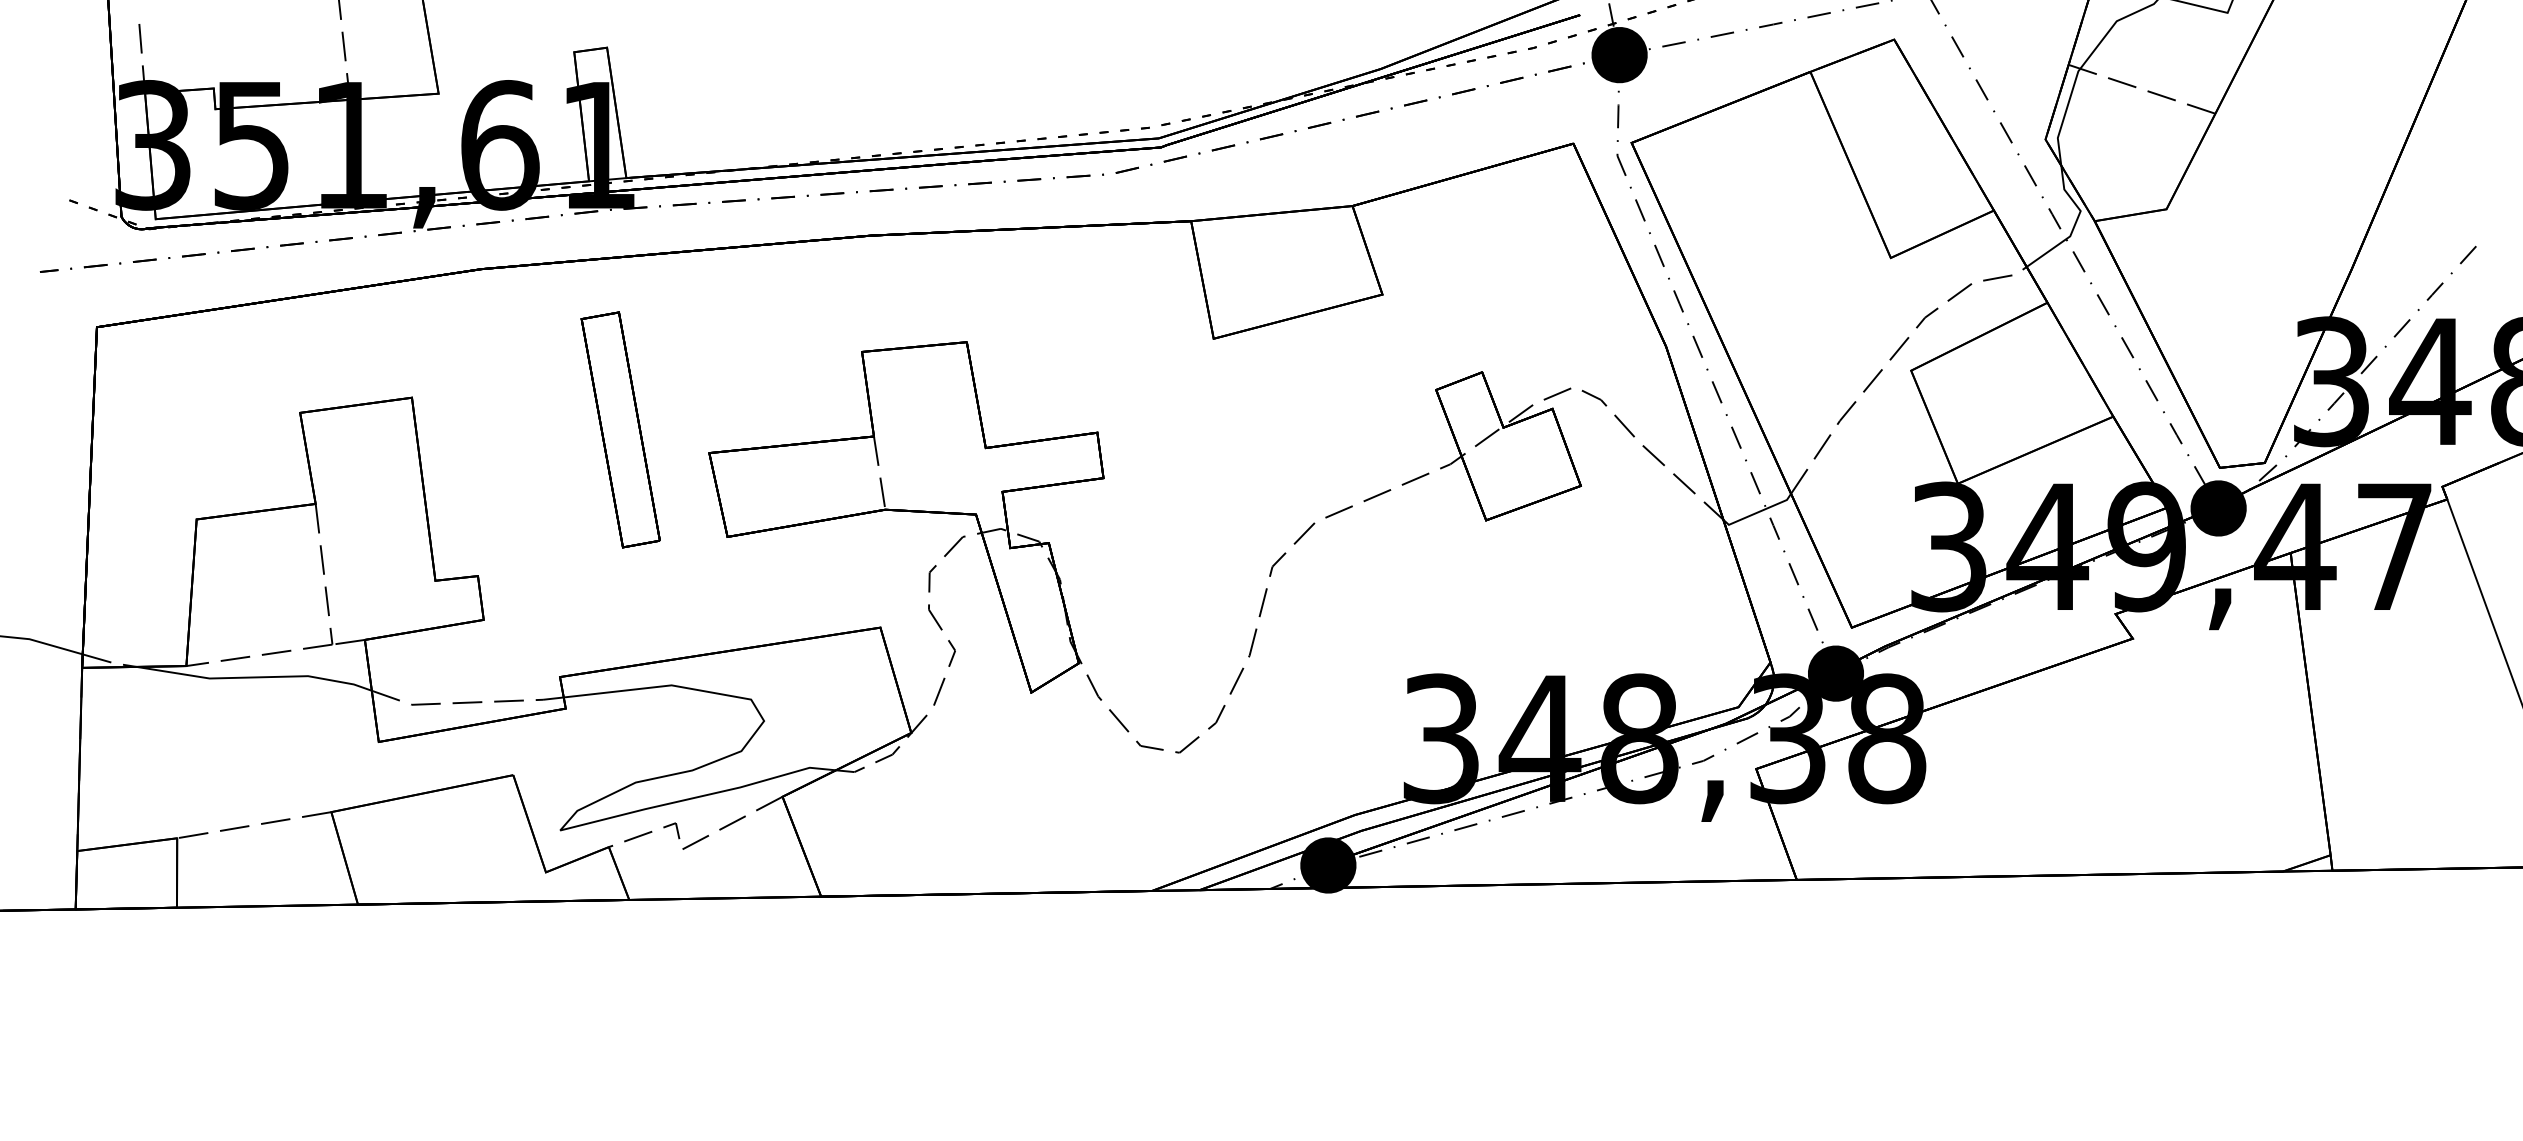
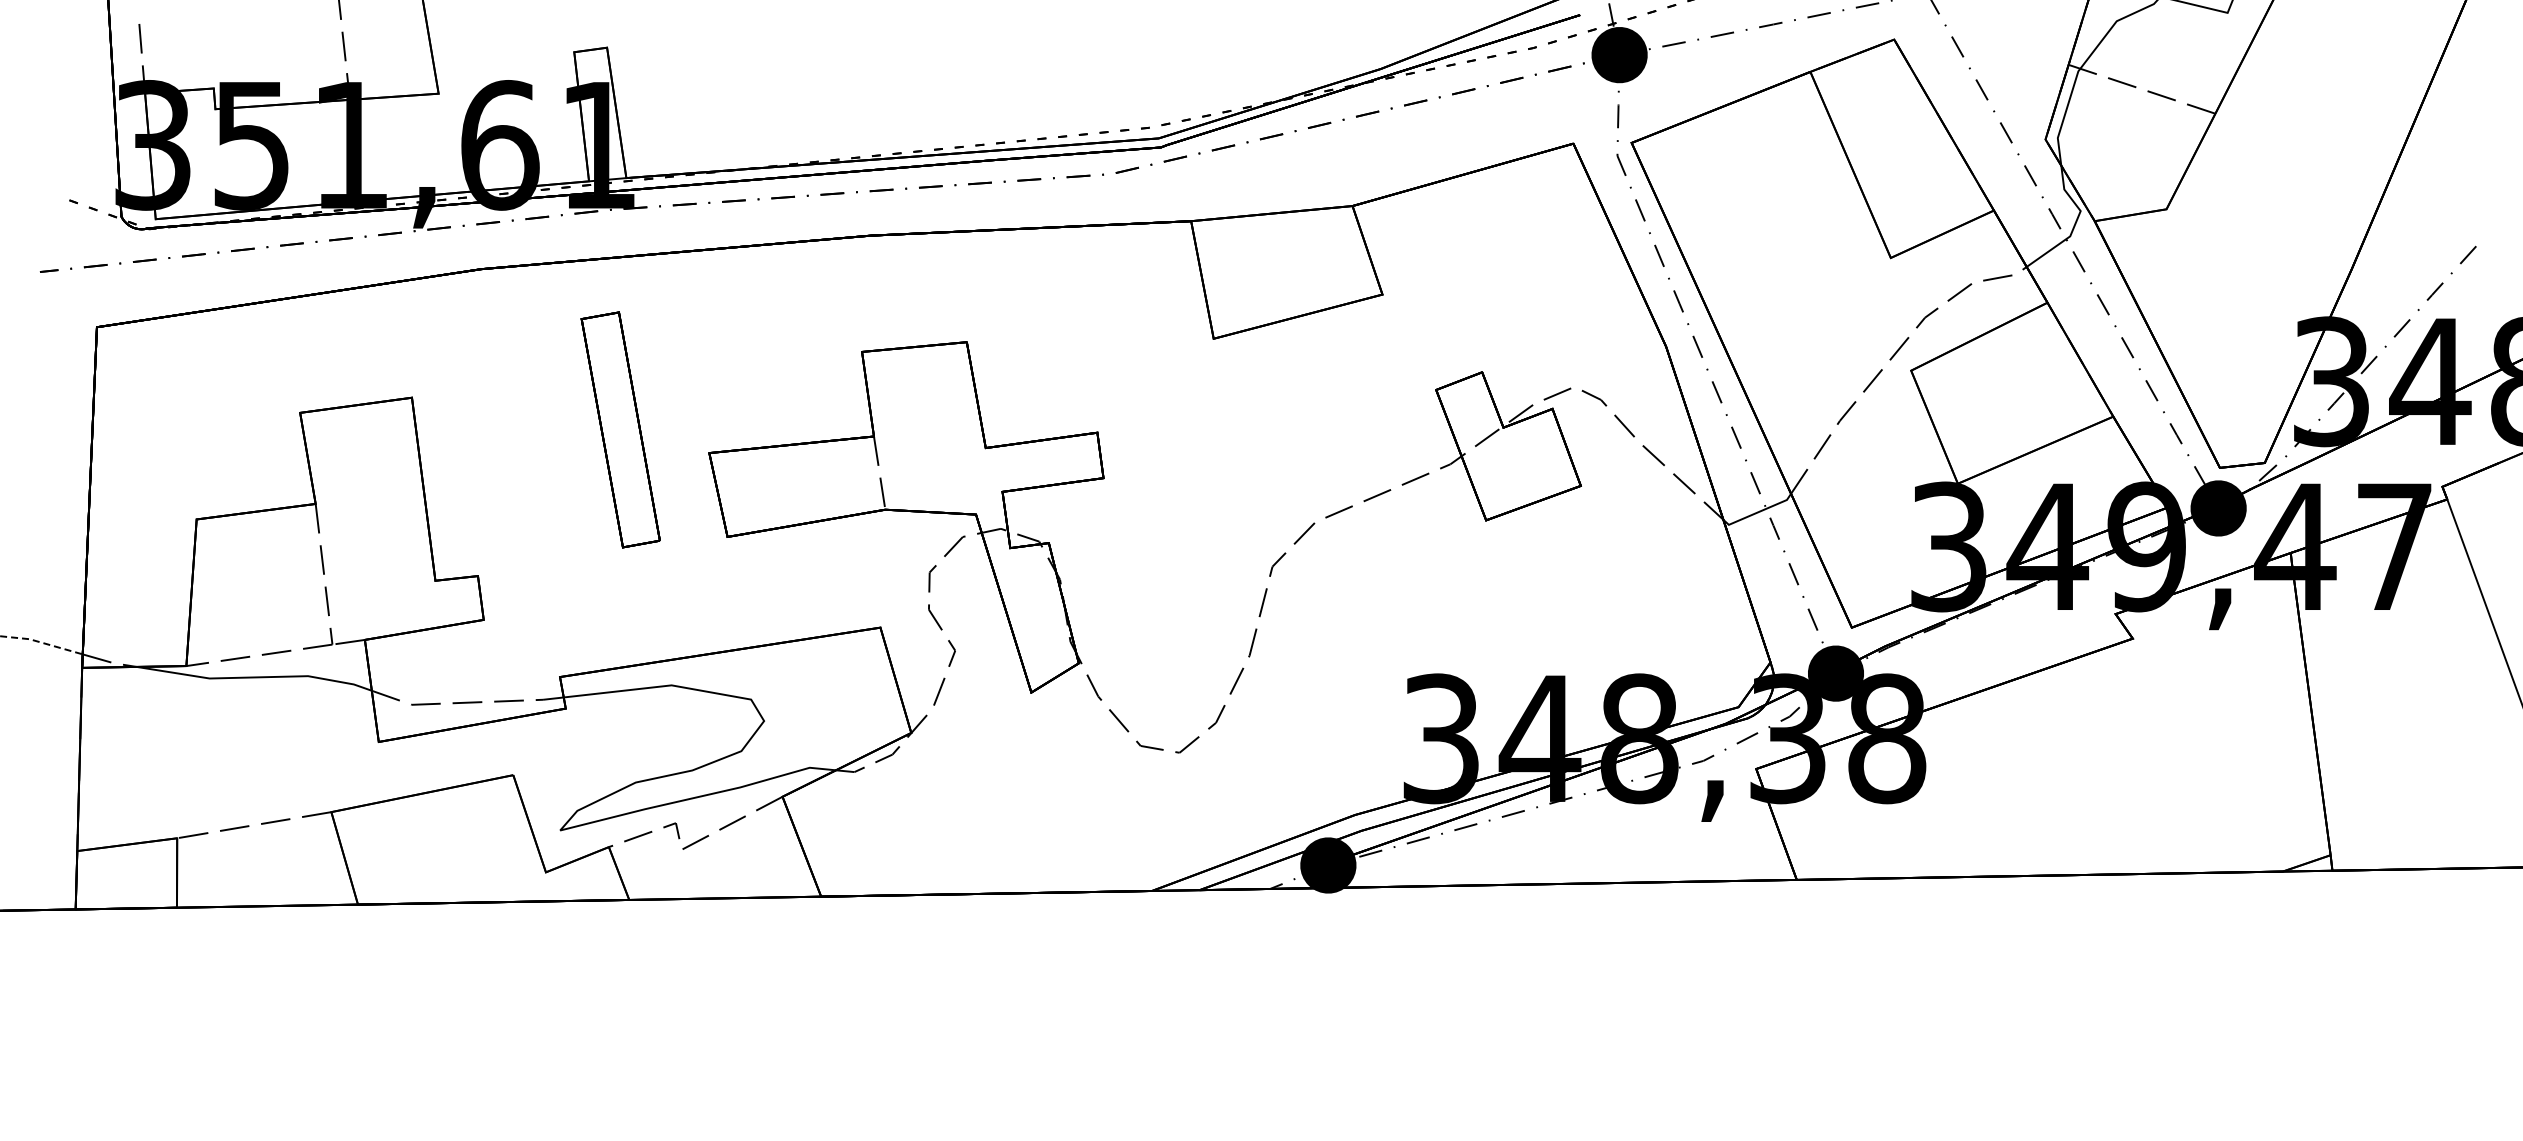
line at (41, 642): solid -> dashed
